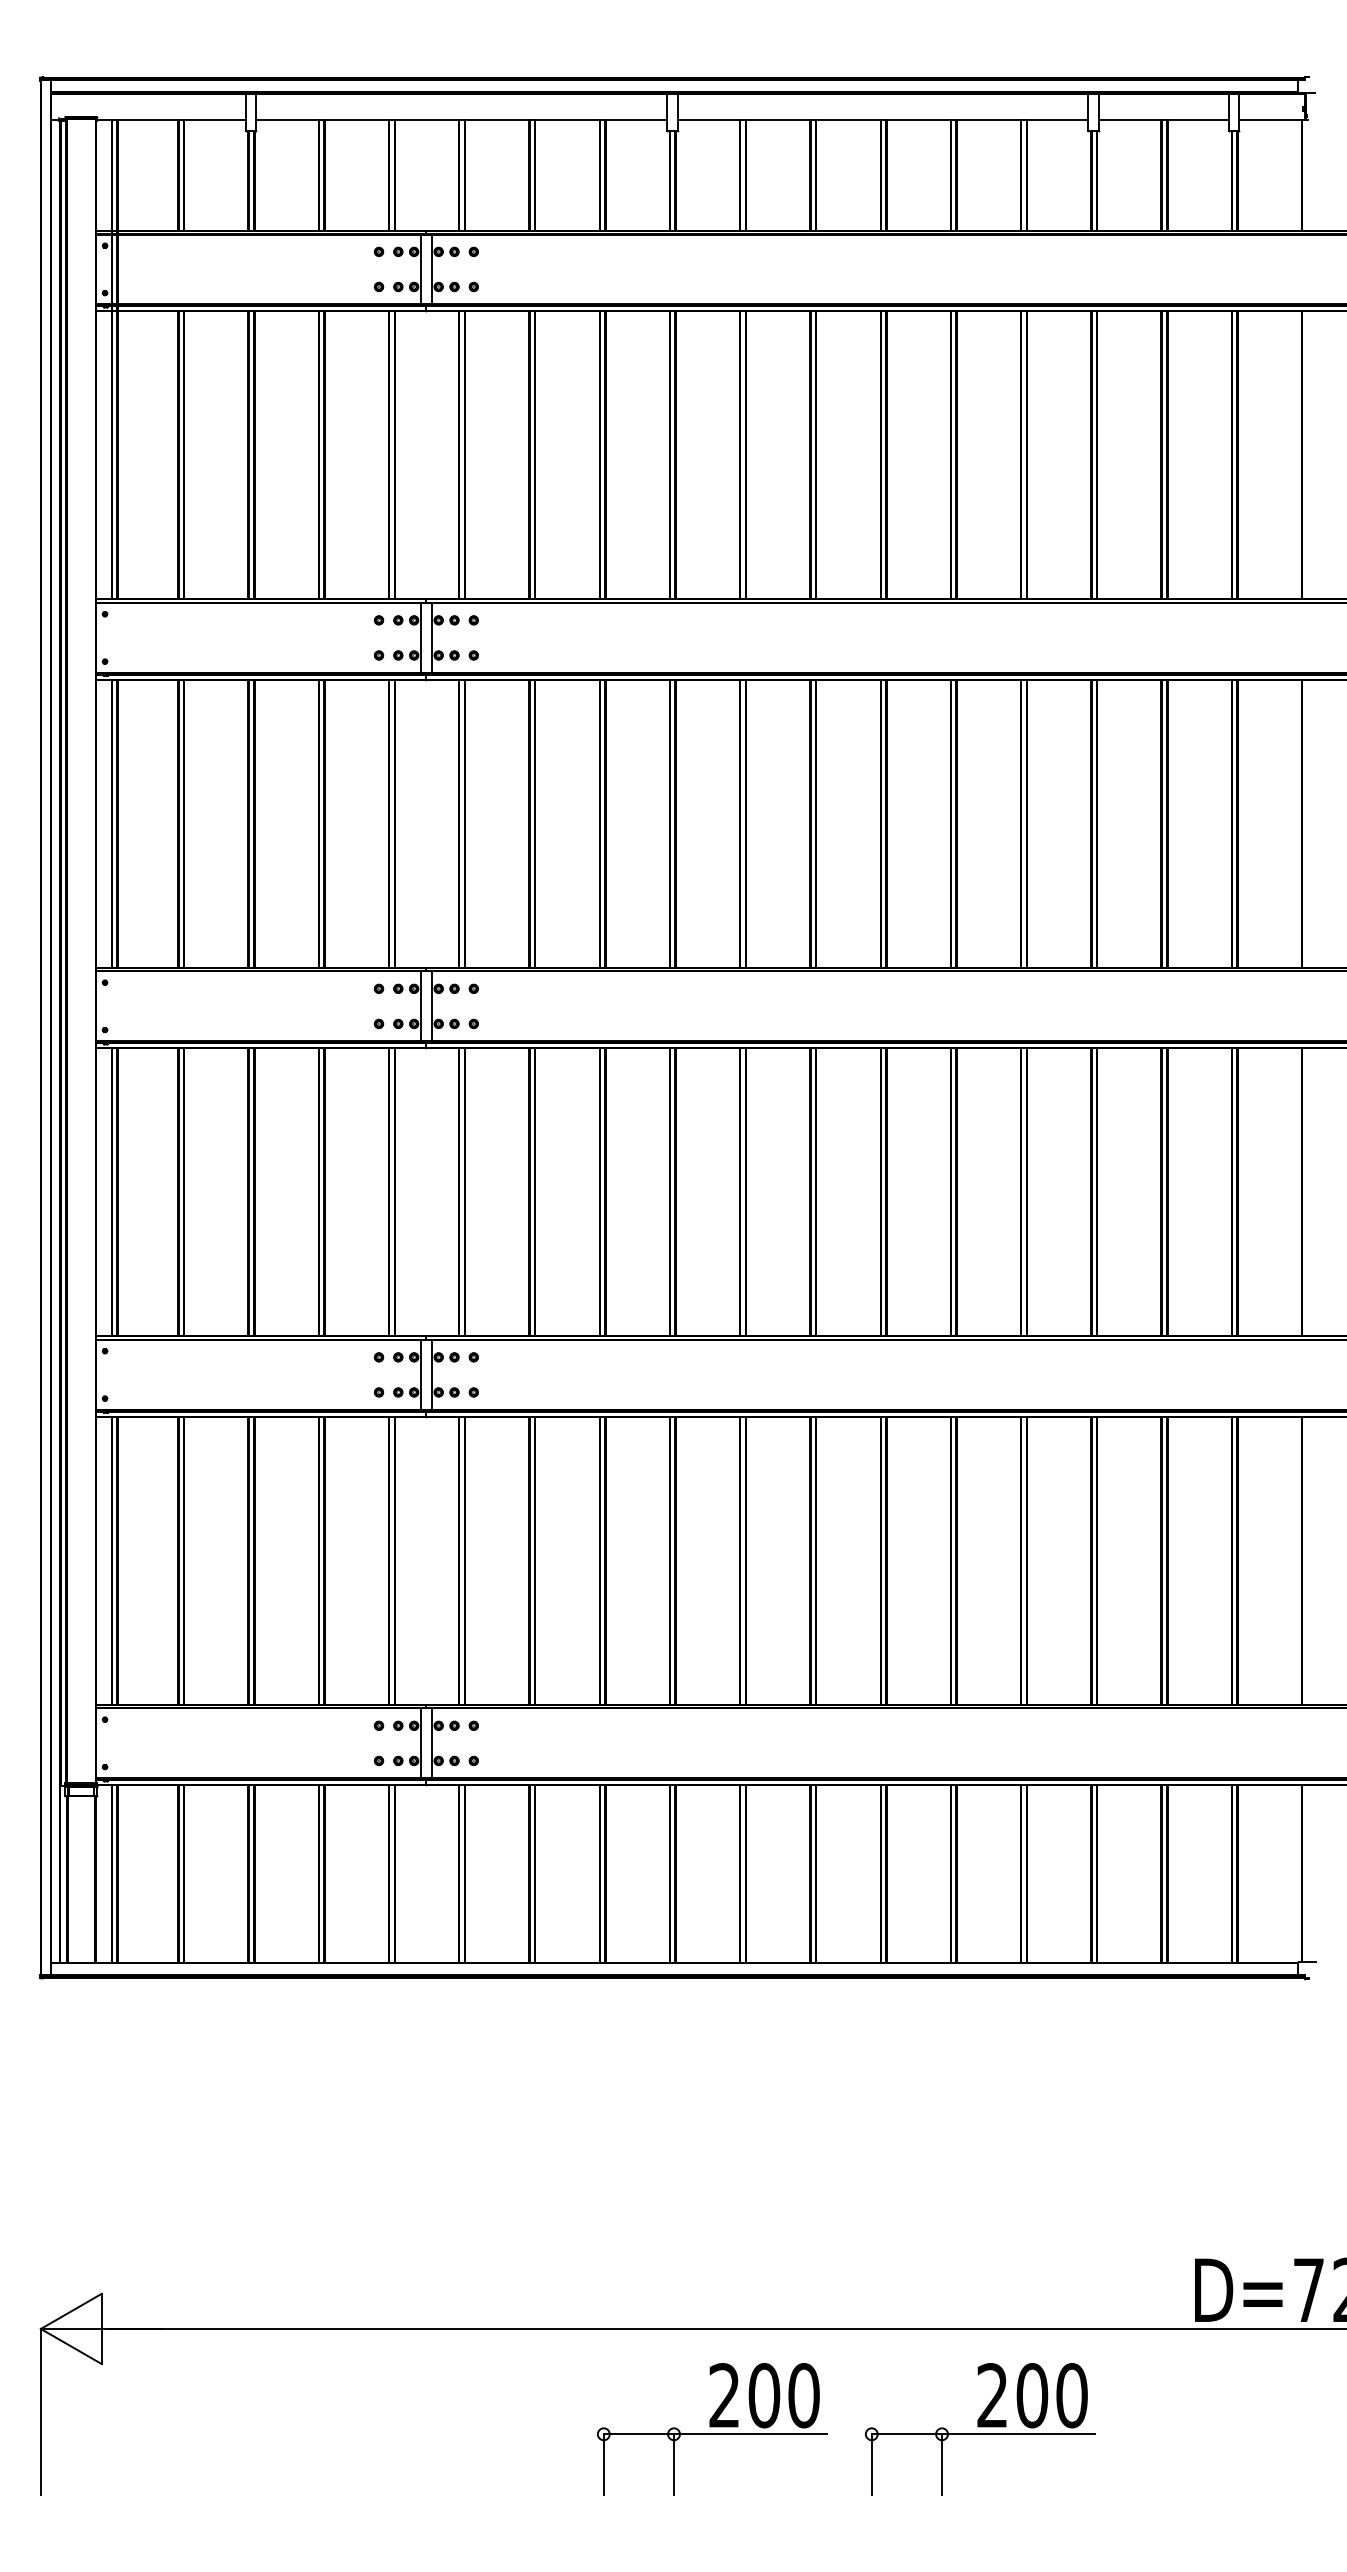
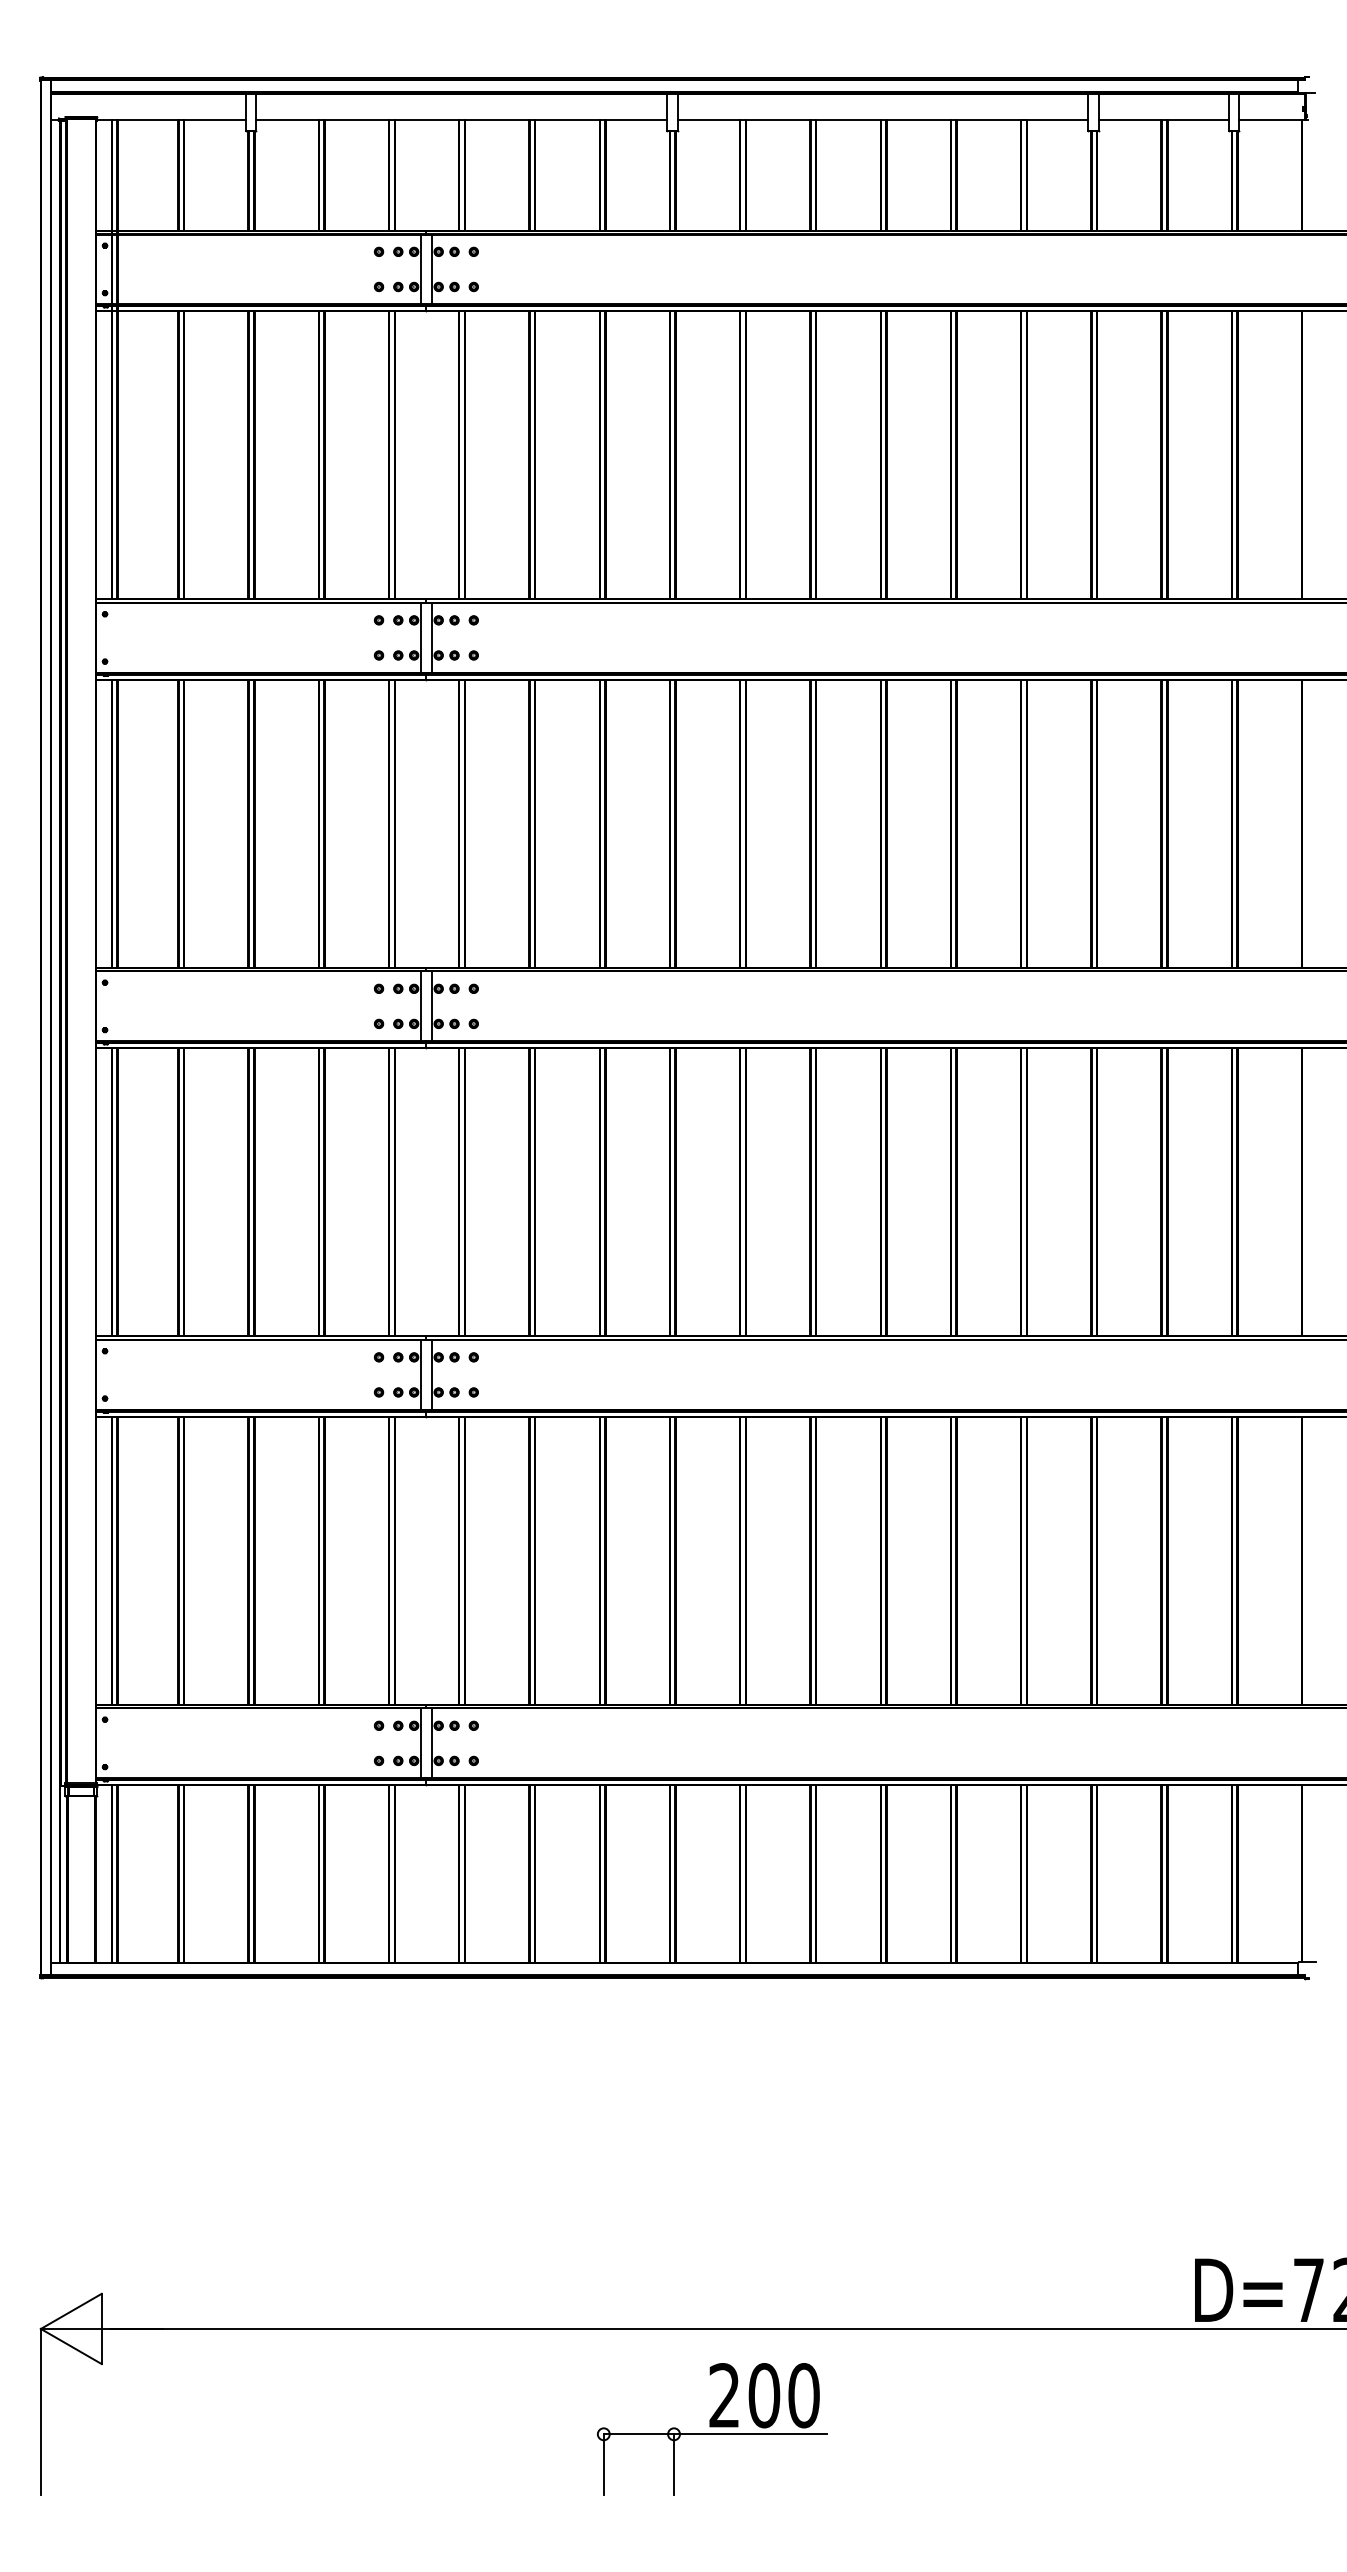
part at (980, 2429): present -> none
